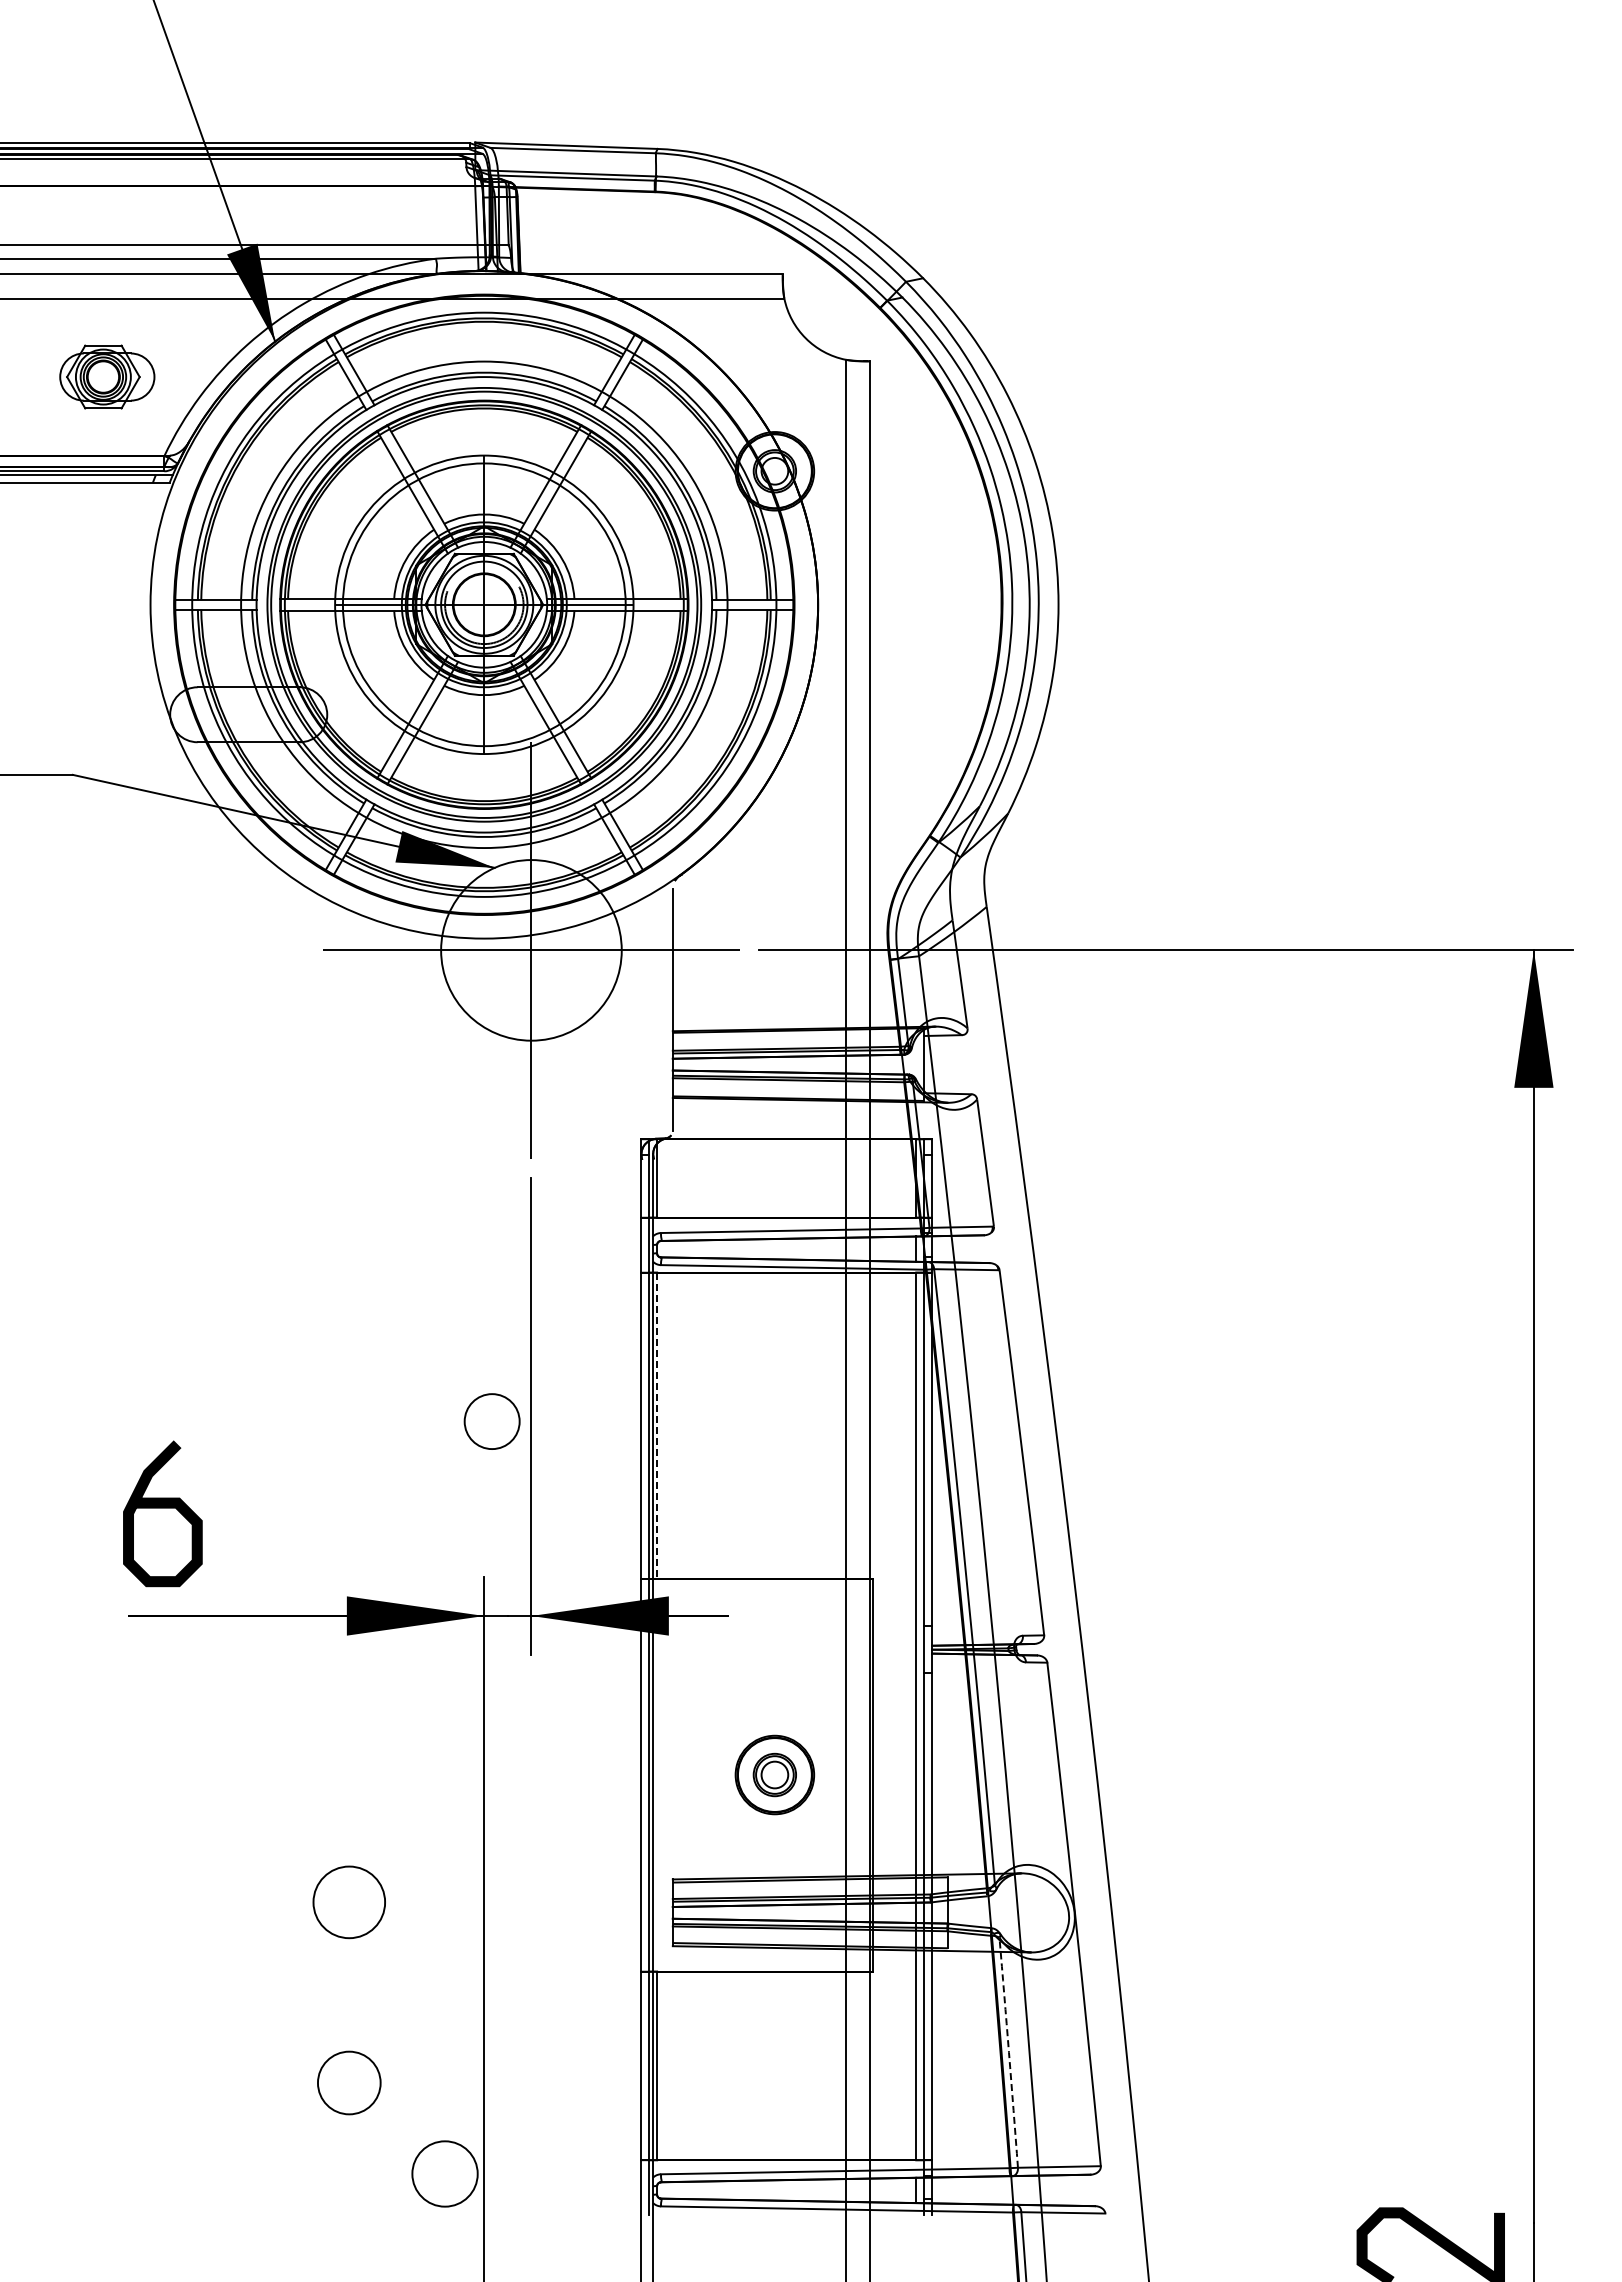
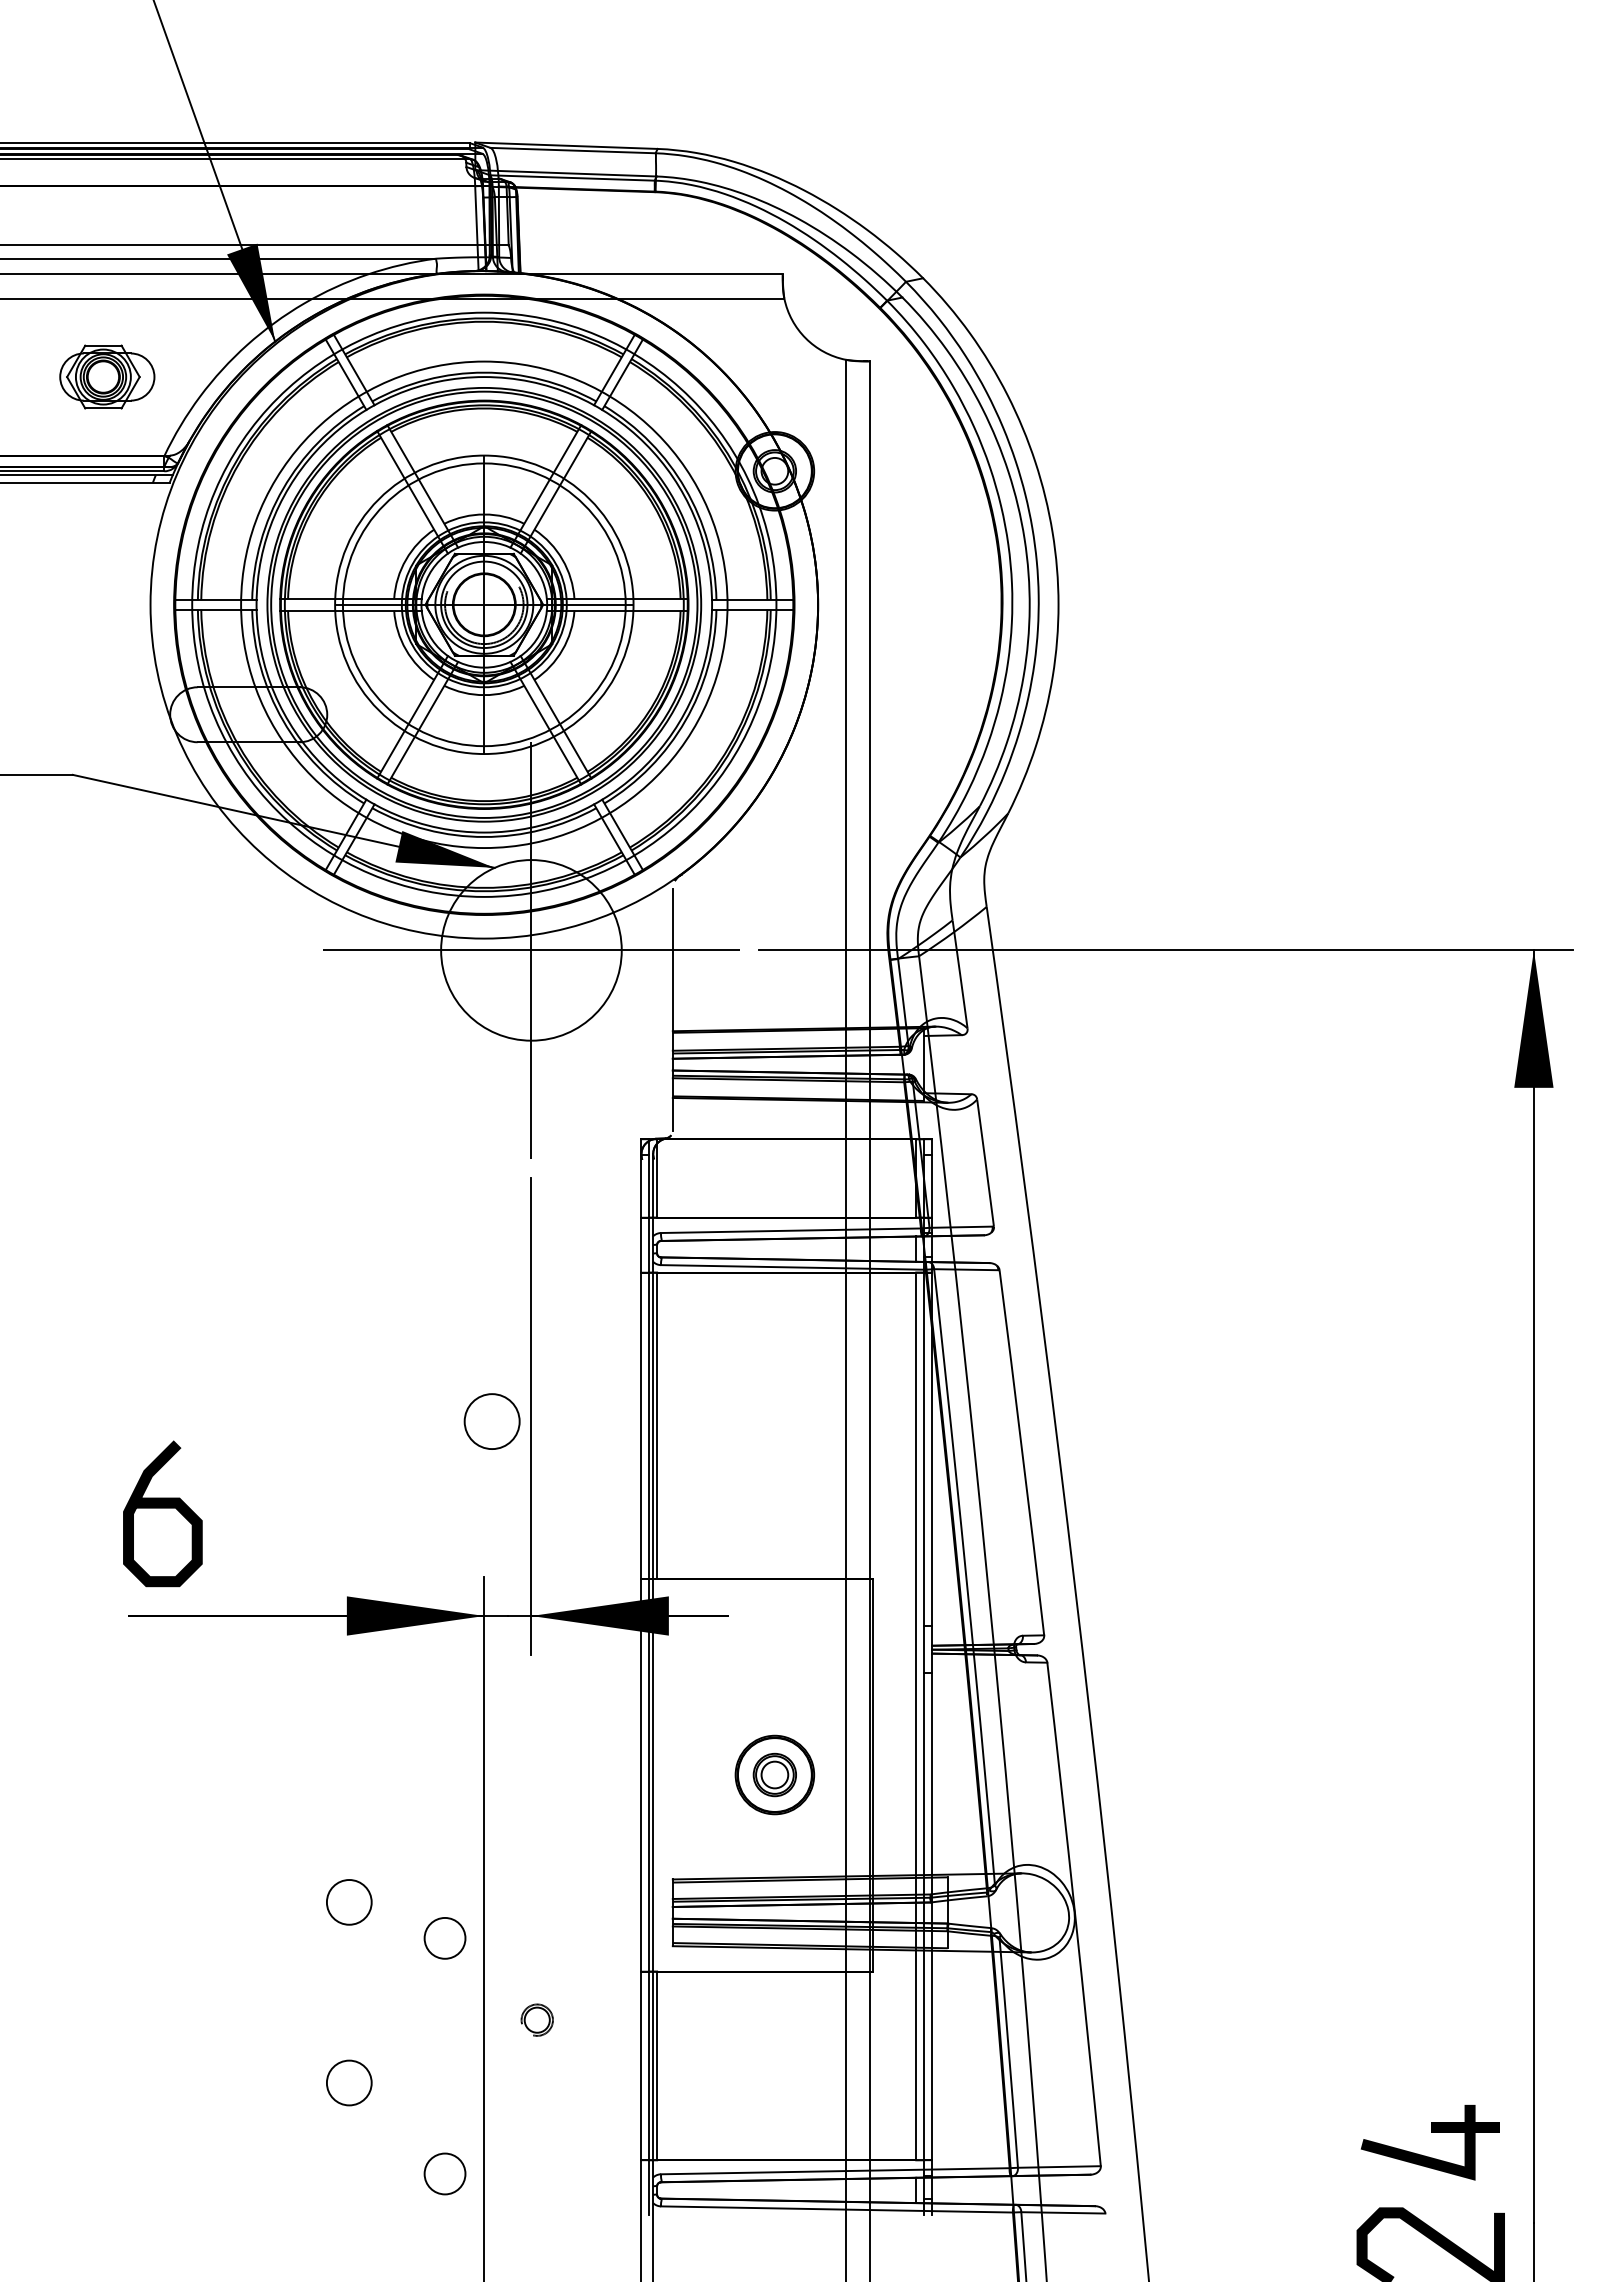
line at (657, 1426): dashed -> solid
circle at (349, 1902) diameter: 72 px -> 45 px
circle at (444, 1938): none -> present
part at (536, 2019): none -> present
arc at (1008, 2052): dashed -> solid
circle at (348, 2082) diameter: 63 px -> 45 px
part at (1431, 2132): none -> present
circle at (444, 2173) diameter: 65 px -> 41 px
